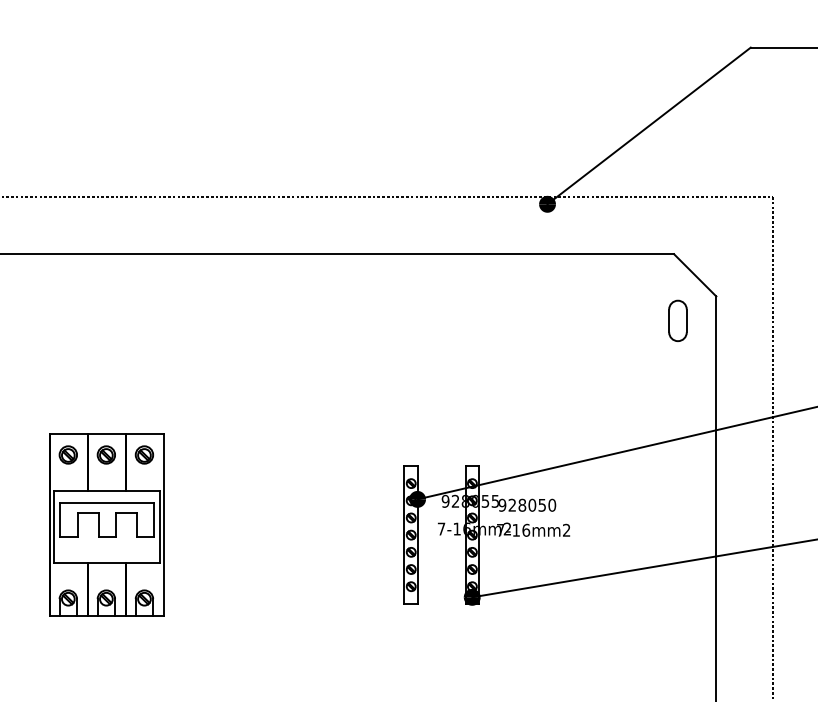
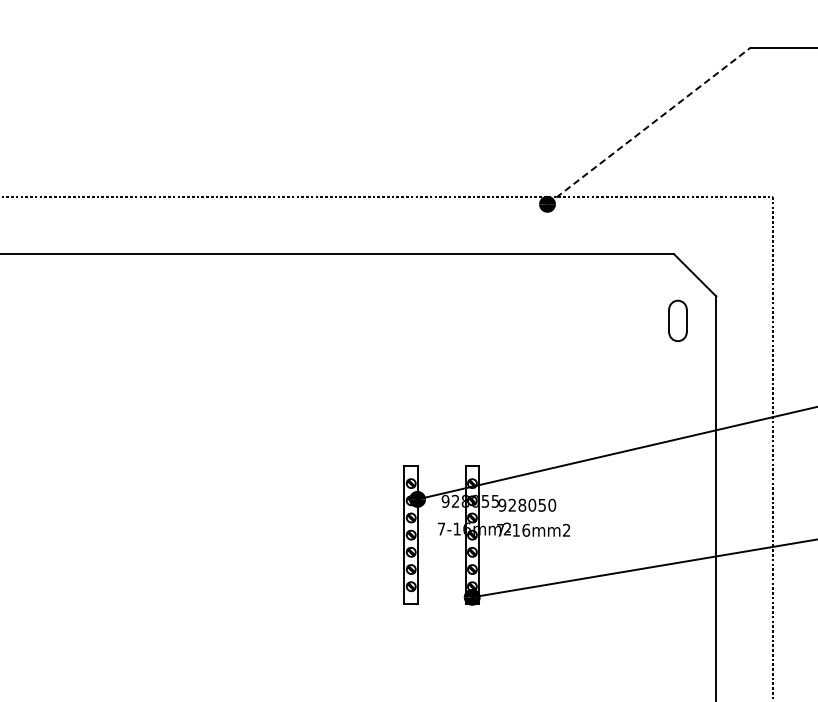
line at (649, 125): solid -> dashed
part at (106, 524): present -> none
